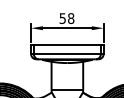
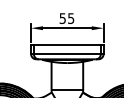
text at (71, 18): 58 -> 55
